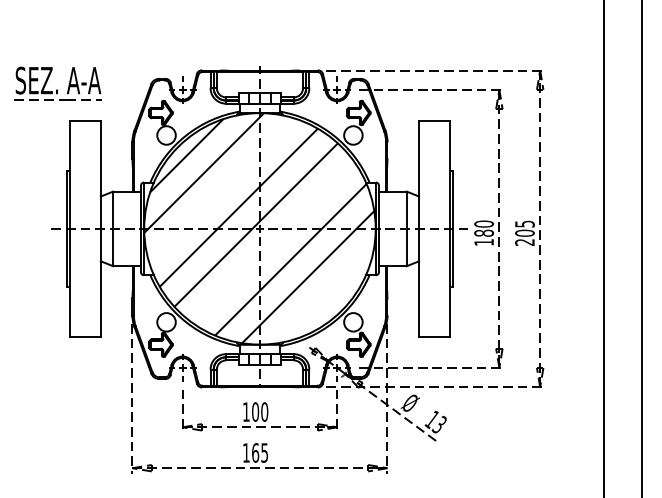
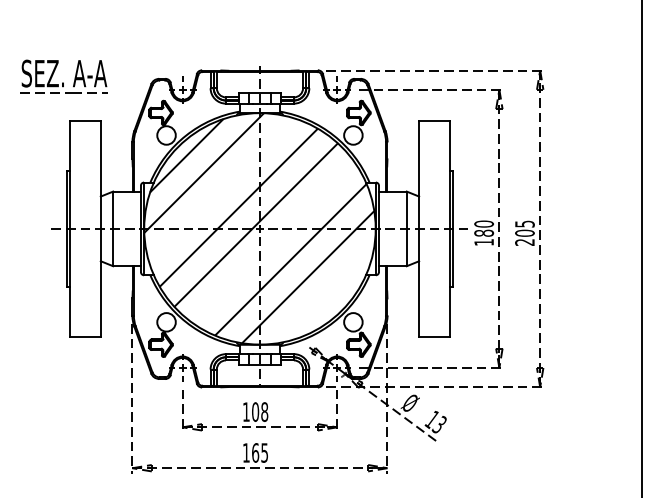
part at (57, 83) position: (57, 83) -> (63, 76)
line at (603, 248): present -> none
text at (264, 411): 100 -> 108
